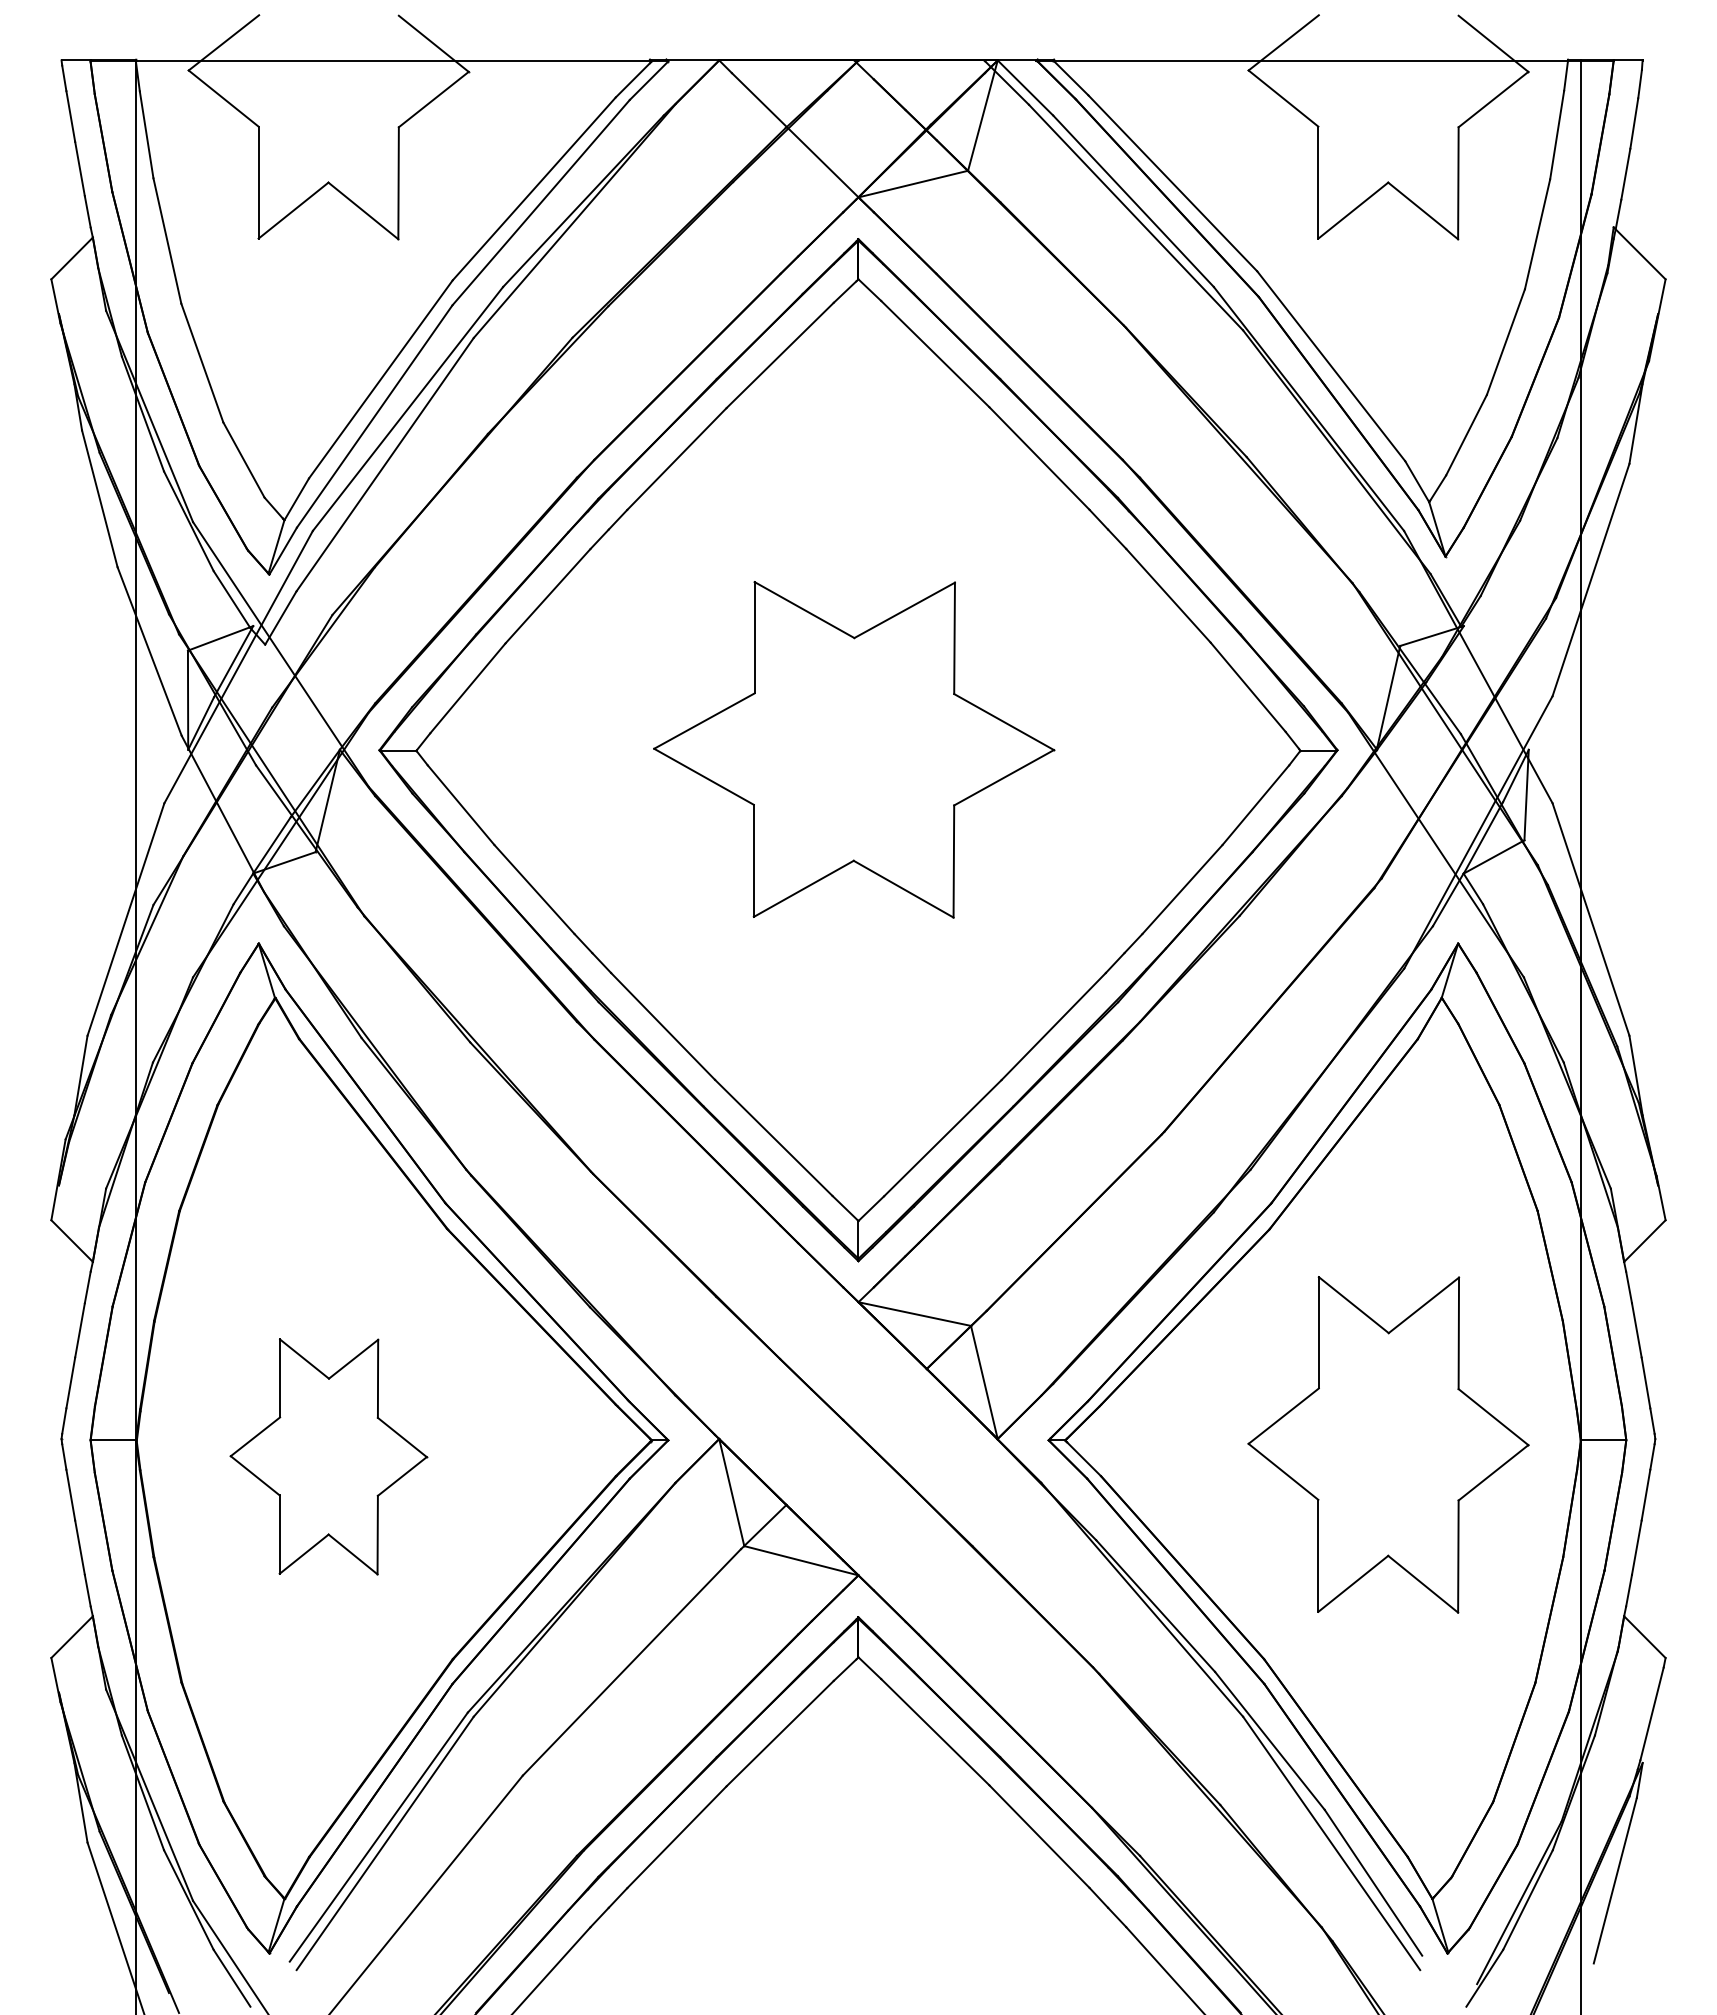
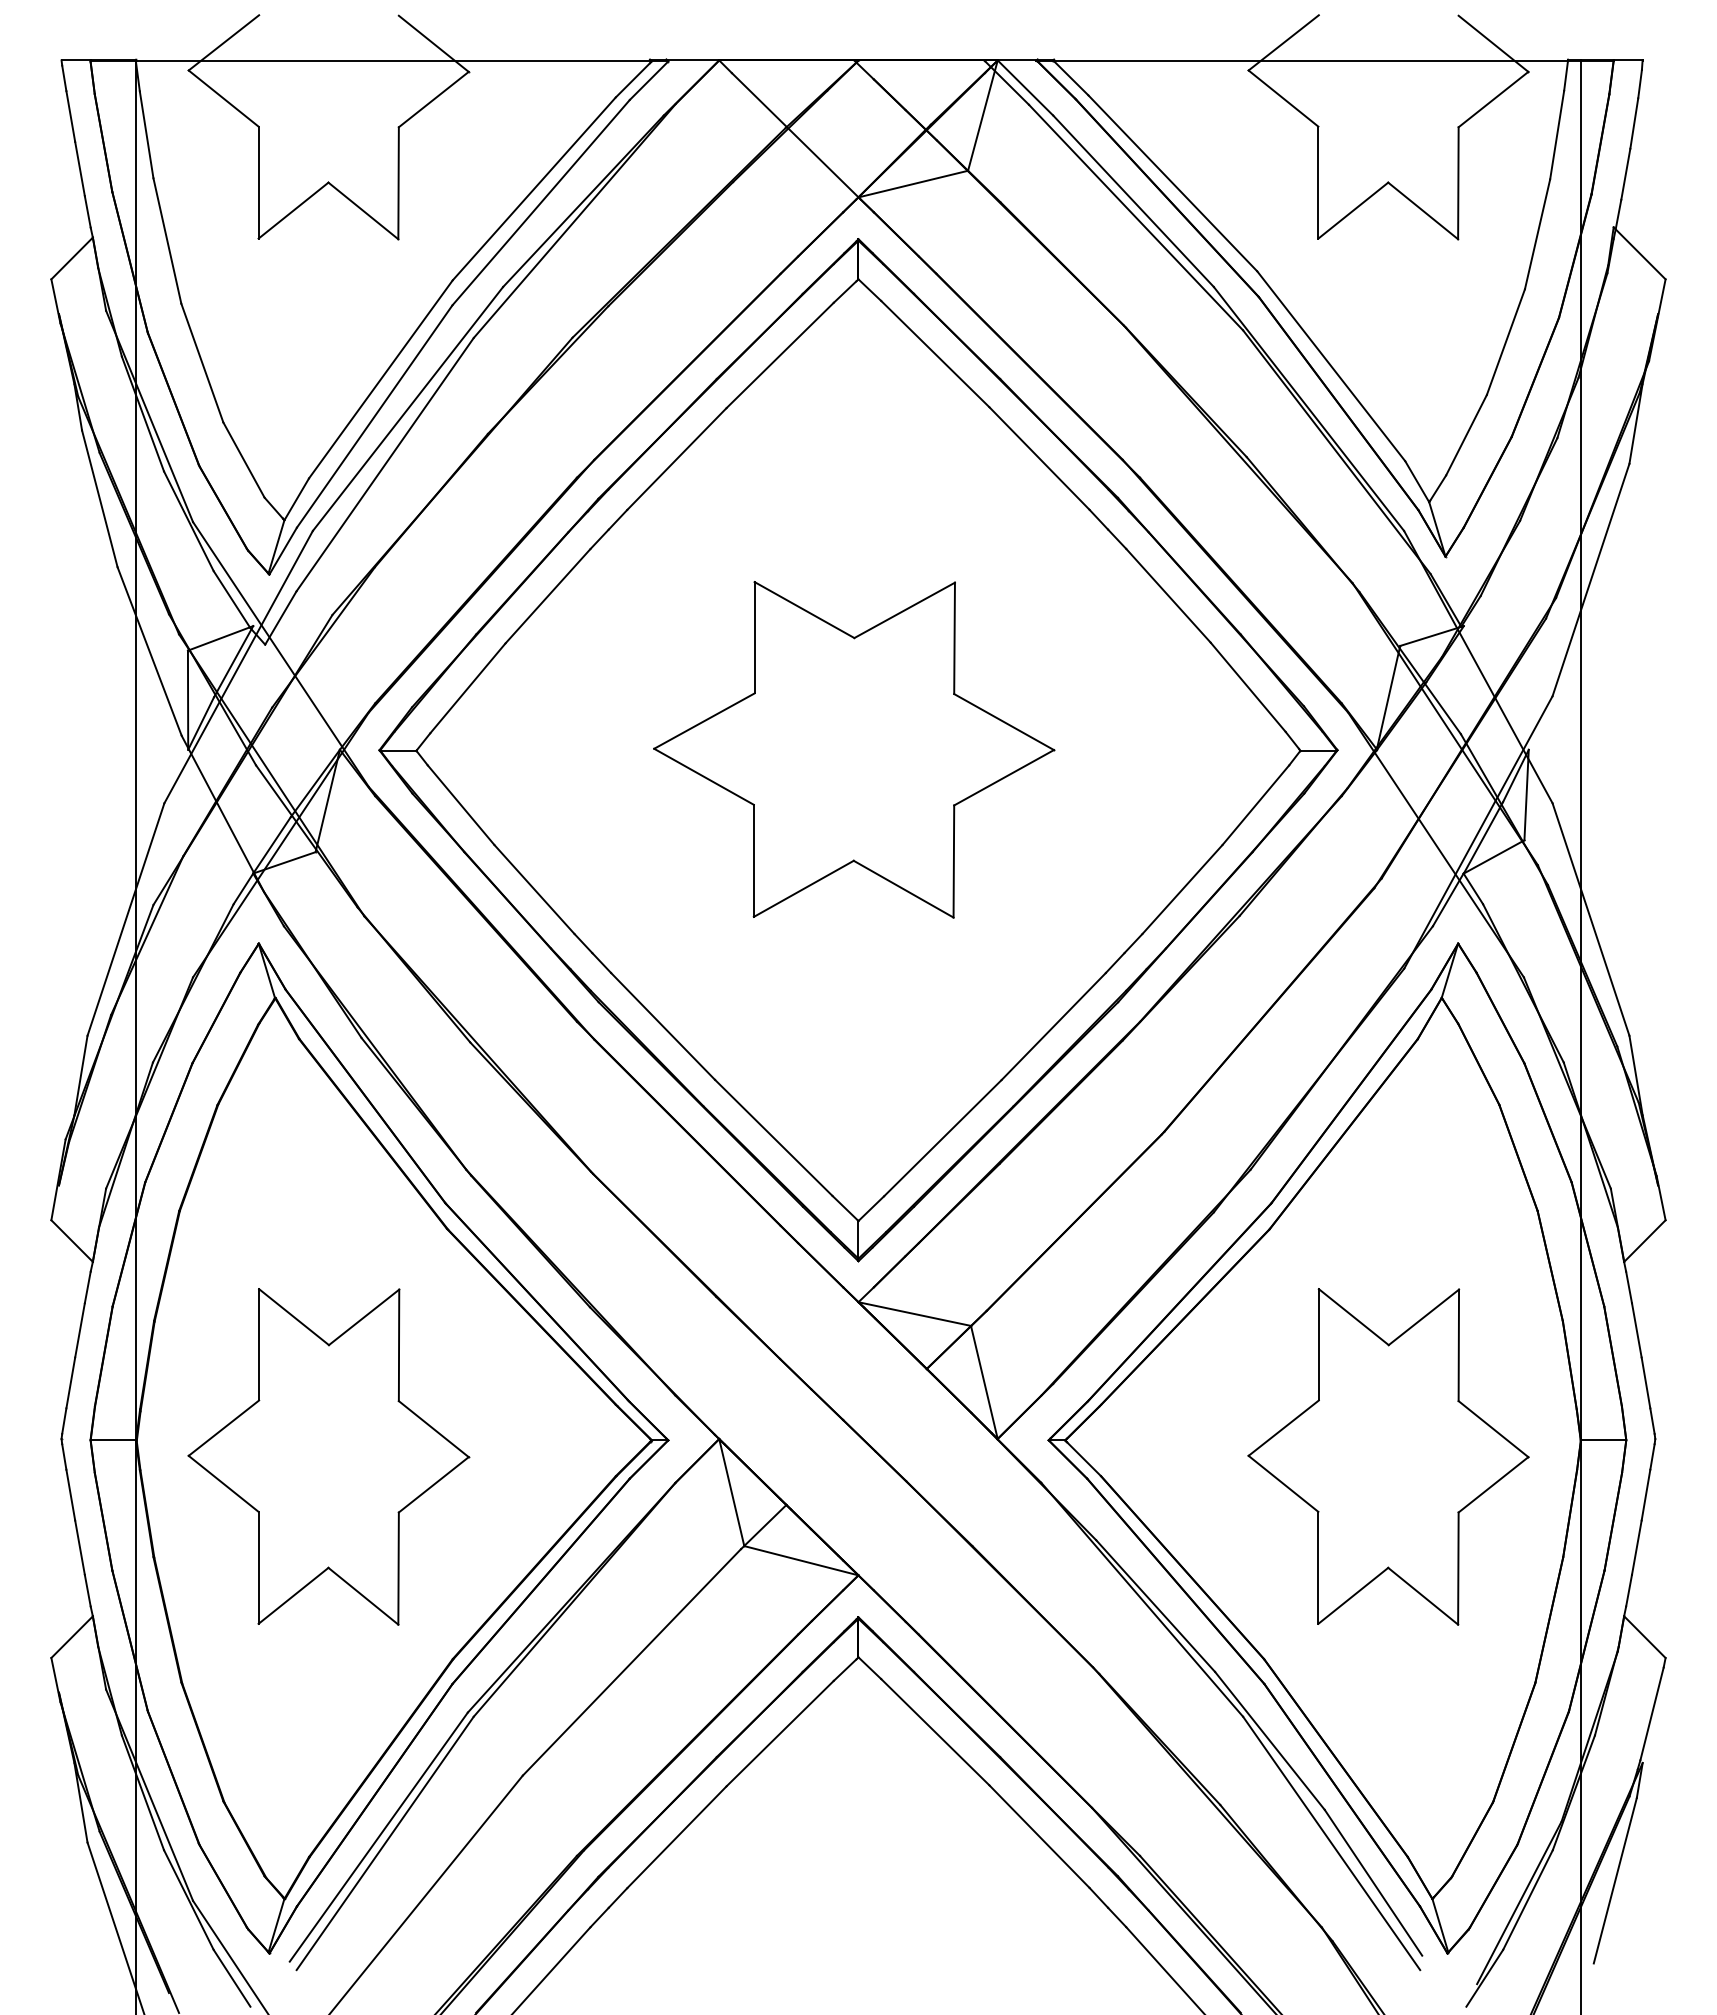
part at (1388, 1444) position: (1388, 1444) -> (1388, 1456)
part at (328, 1456) size: 200x238 px -> 284x338 px
